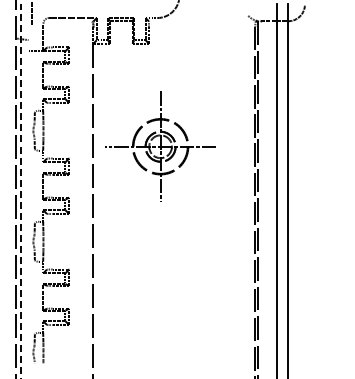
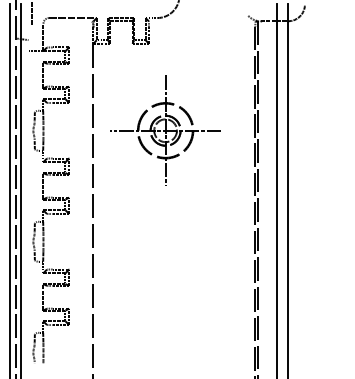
part at (160, 146) position: (160, 146) -> (165, 130)
line at (10, 189): none -> present
line at (21, 191): dashed -> solid
